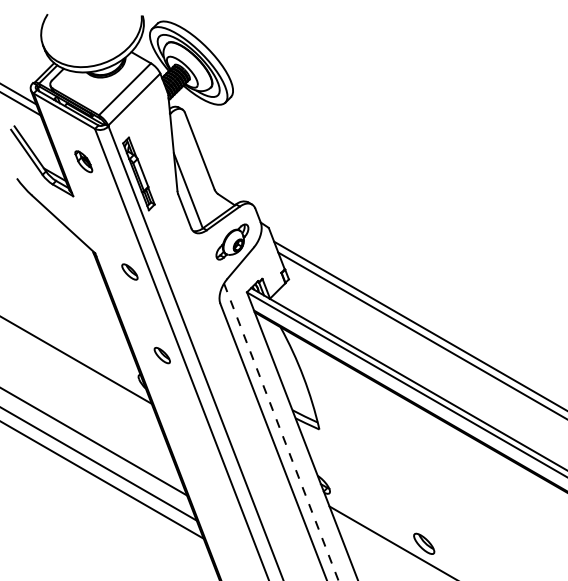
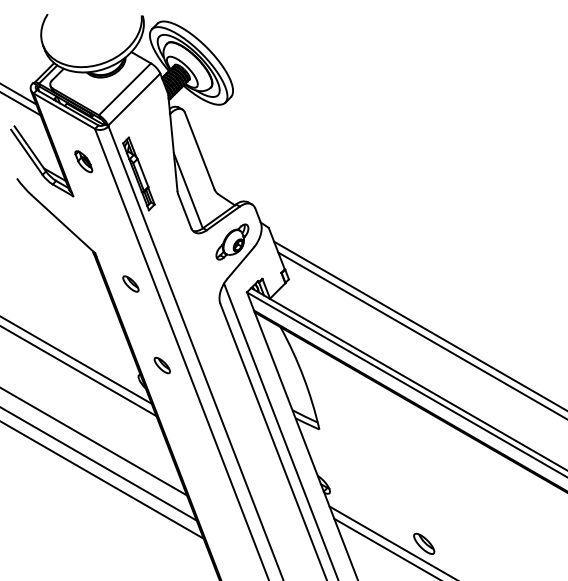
part at (129, 271) position: (129, 271) -> (130, 283)
part at (161, 355) position: (161, 355) -> (161, 365)
line at (79, 371): none -> present
line at (281, 432): dashed -> solid
line at (385, 547): none -> present
